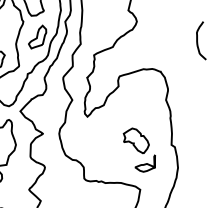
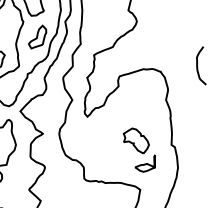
curve at (198, 42) position: (198, 42) -> (198, 67)
